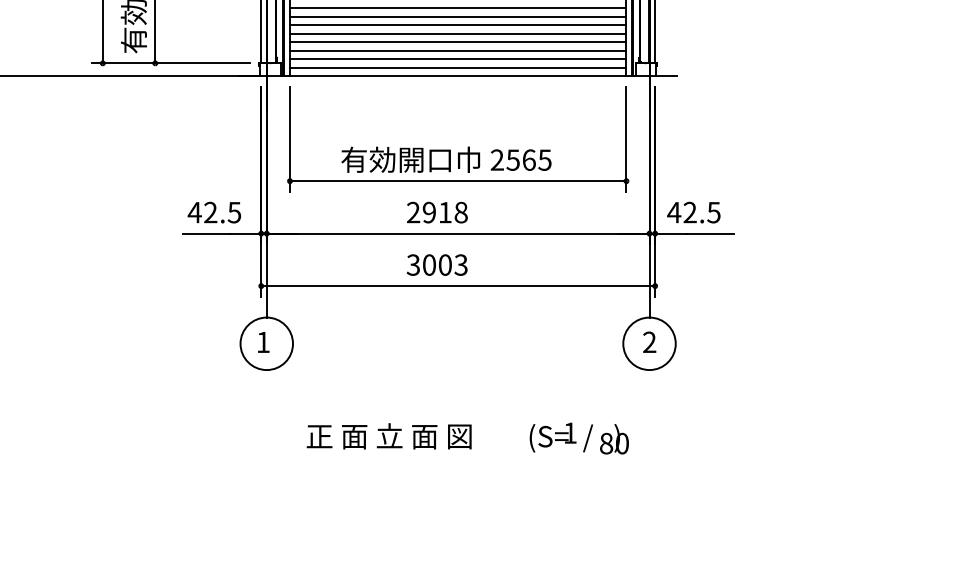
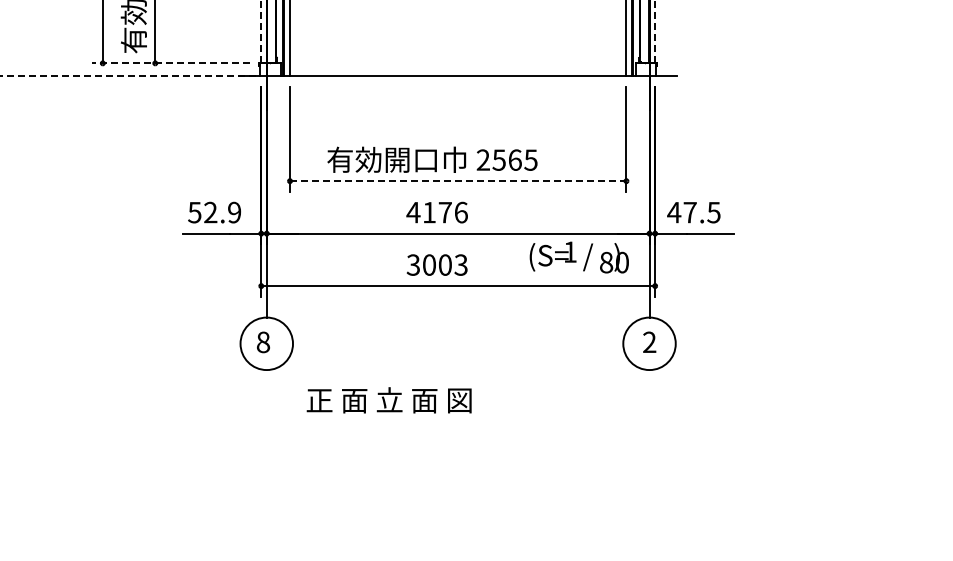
line at (458, 8): present -> none
line at (458, 16): present -> none
line at (458, 25): present -> none
line at (261, 31): solid -> dashed
line at (655, 31): solid -> dashed
line at (458, 33): present -> none
line at (458, 42): present -> none
line at (458, 50): present -> none
line at (458, 59): present -> none
line at (171, 63): solid -> dashed
line at (458, 67): present -> none
line at (130, 76): solid -> dashed
text at (446, 159) position: (446, 159) -> (432, 159)
line at (458, 181): solid -> dashed
text at (214, 212): 42.5 -> 52.9
text at (436, 212): 2918 -> 4176
text at (689, 212): 42.5 -> 47.5
text at (263, 342): 1 -> 8
text at (388, 436) position: (388, 436) -> (388, 400)
text at (578, 438) position: (578, 438) -> (578, 257)
